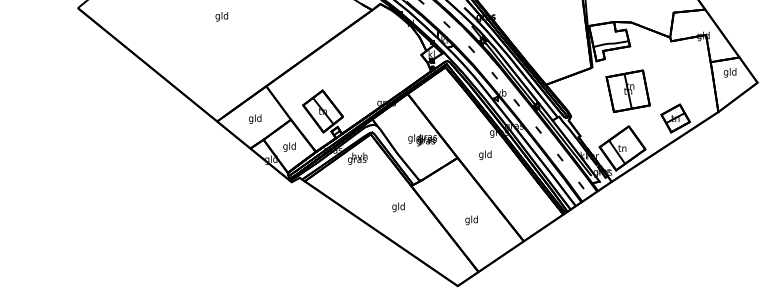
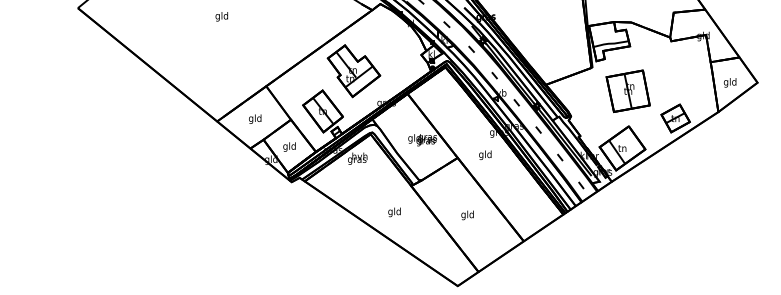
part at (353, 71): none -> present
text at (730, 72) position: (730, 72) -> (730, 82)
text at (398, 207) position: (398, 207) -> (394, 212)
text at (471, 220) position: (471, 220) -> (467, 215)
